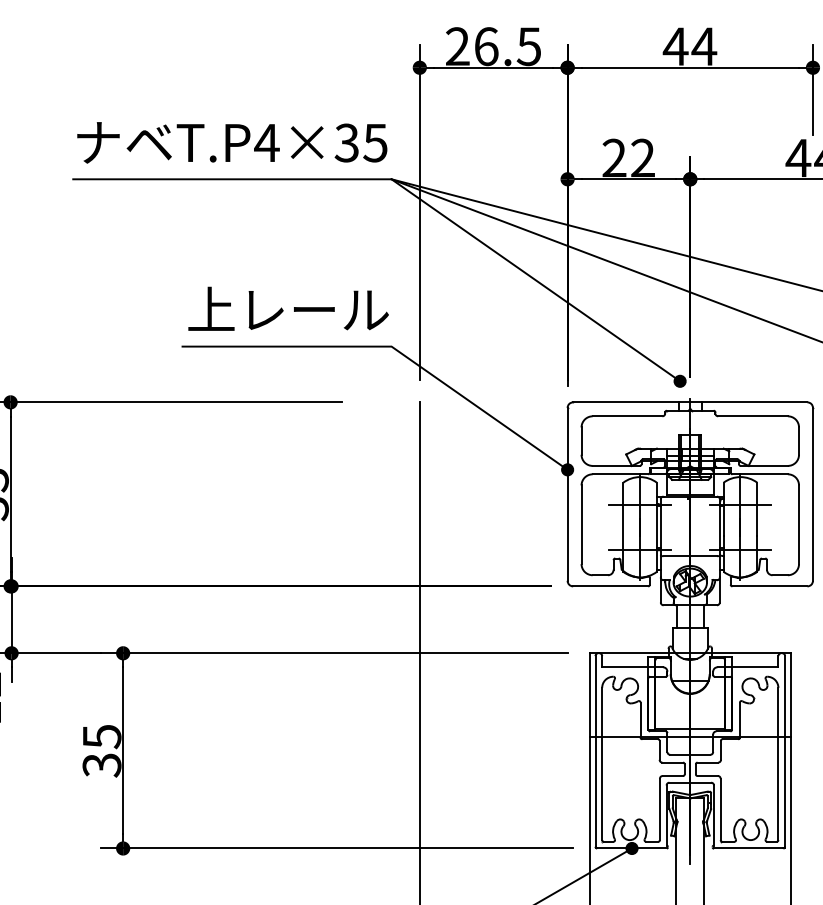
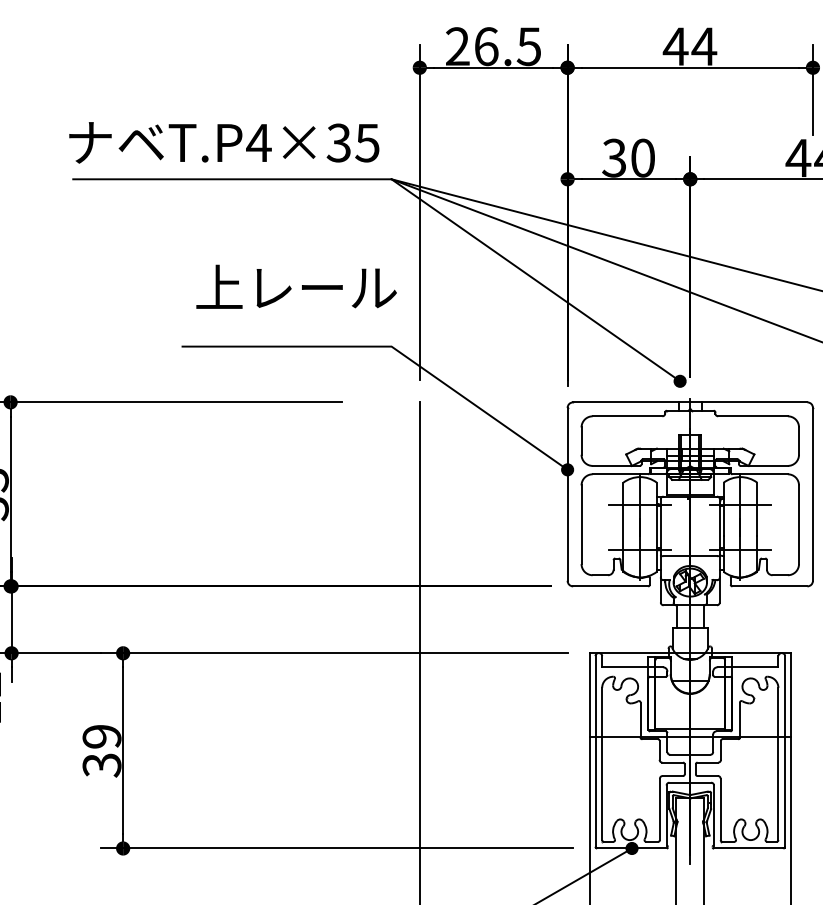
text at (232, 142) position: (232, 142) -> (224, 142)
text at (628, 157): 22 -> 30
text at (288, 308) position: (288, 308) -> (296, 286)
text at (101, 737): 35 -> 39
